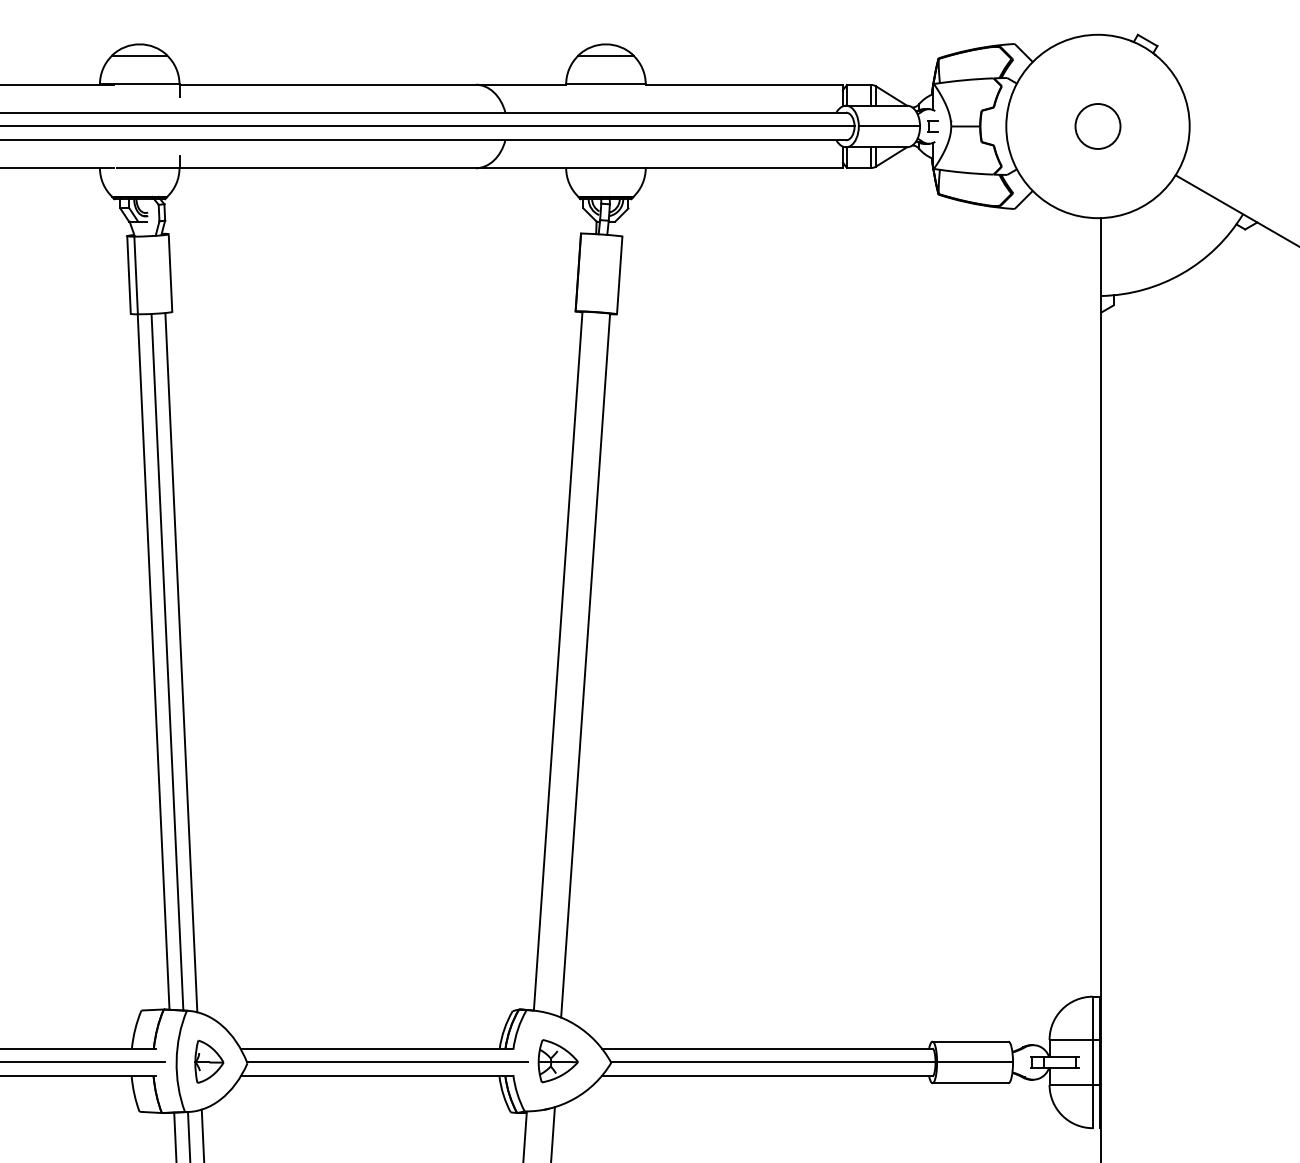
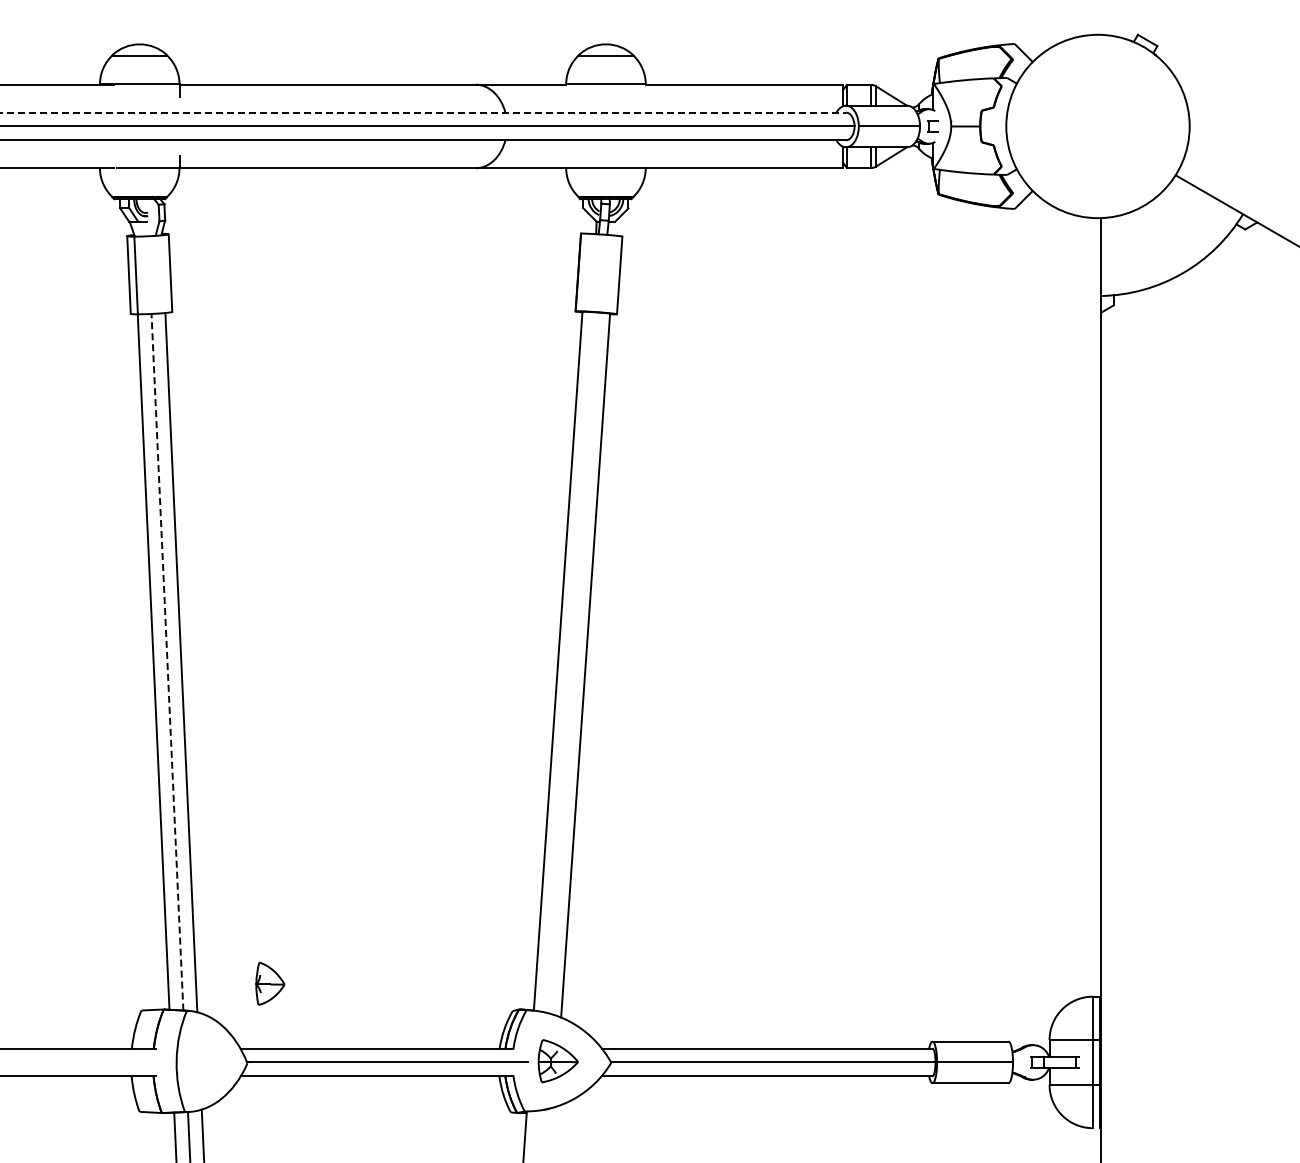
line at (423, 112): solid -> dashed
circle at (1097, 126): present -> none
line at (167, 662): solid -> dashed
part at (209, 1061) position: (209, 1061) -> (270, 983)
line at (83, 1062): present -> none
line at (552, 1133): present -> none
